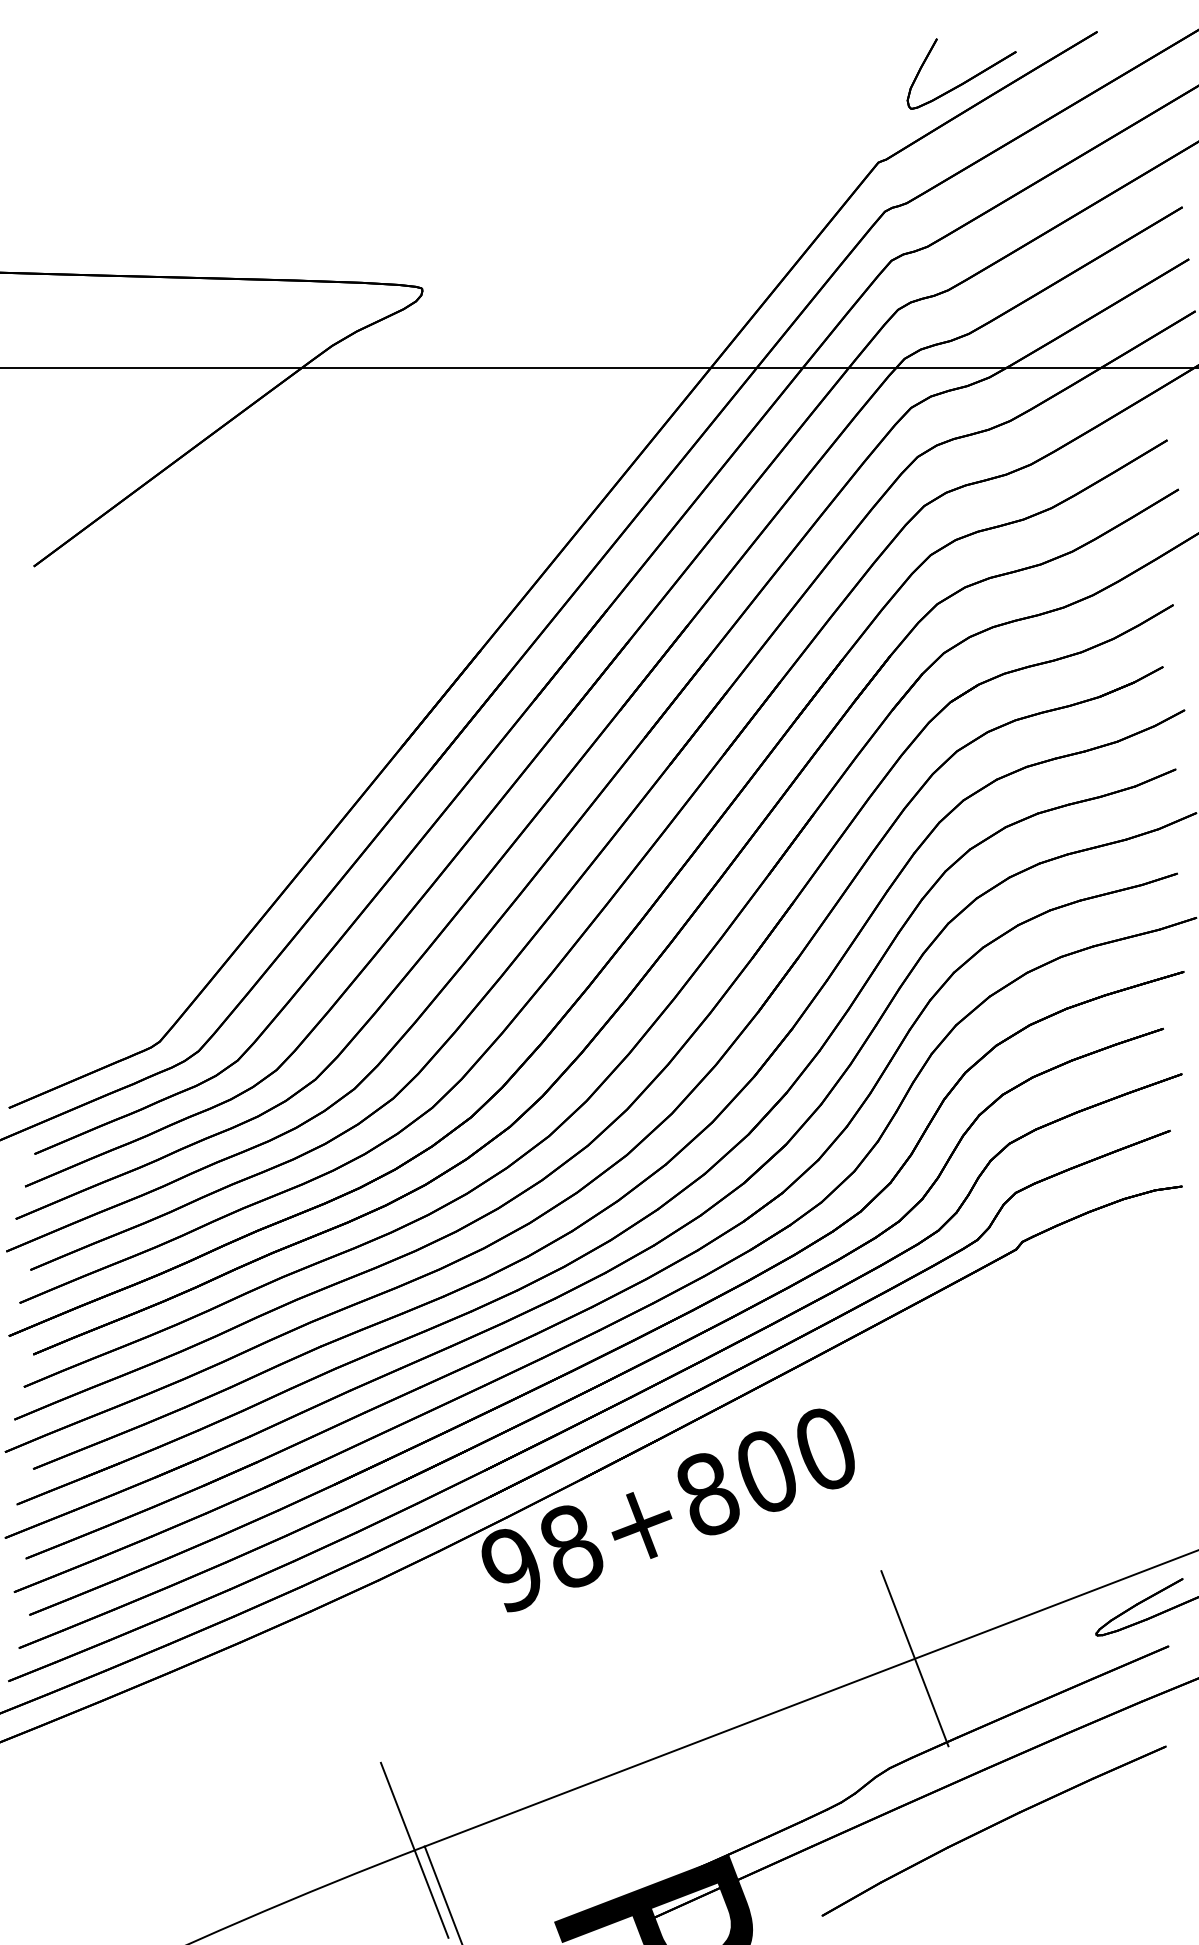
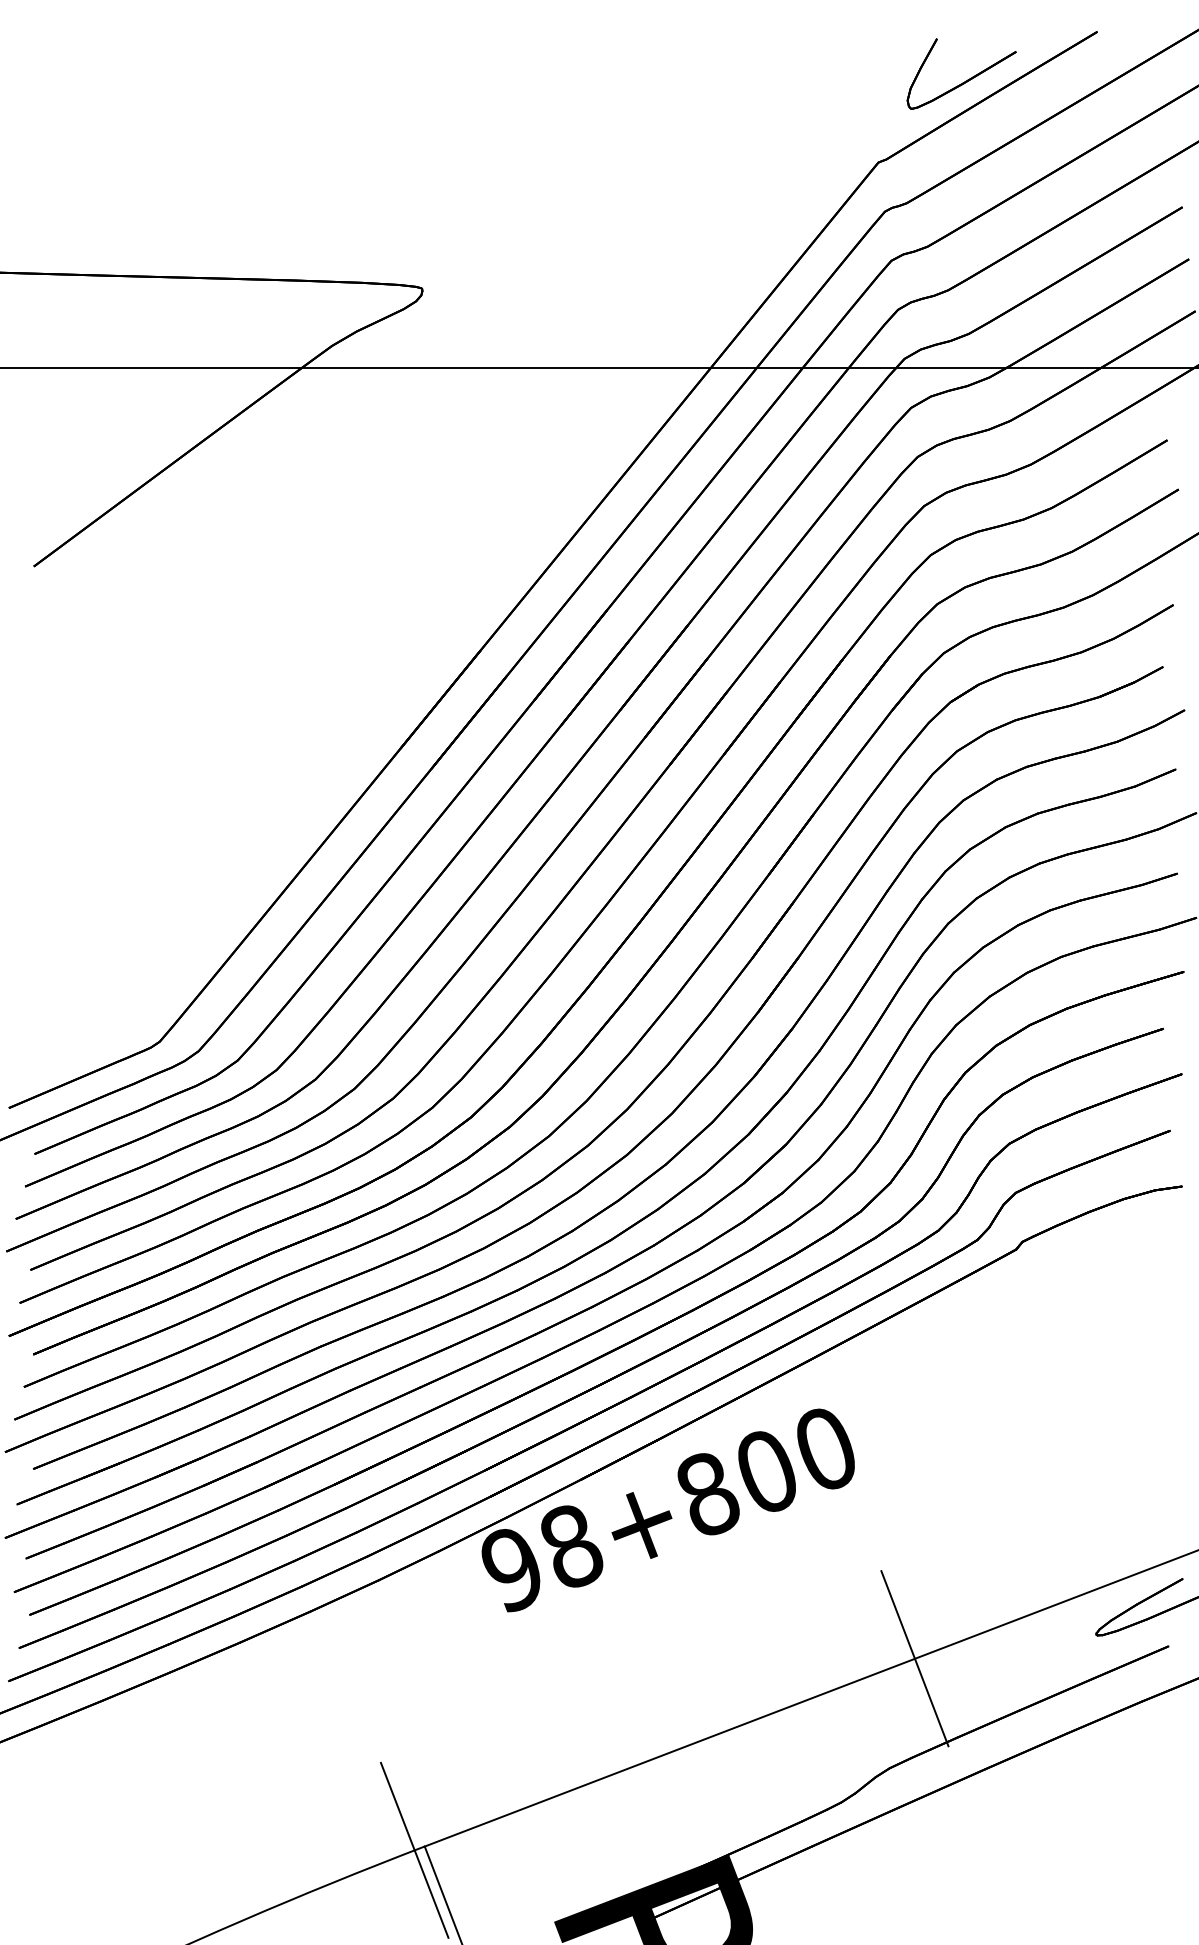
part at (993, 1830): present -> none
